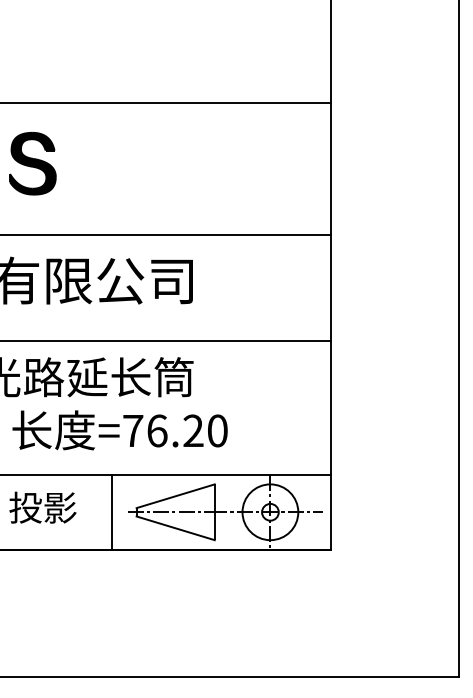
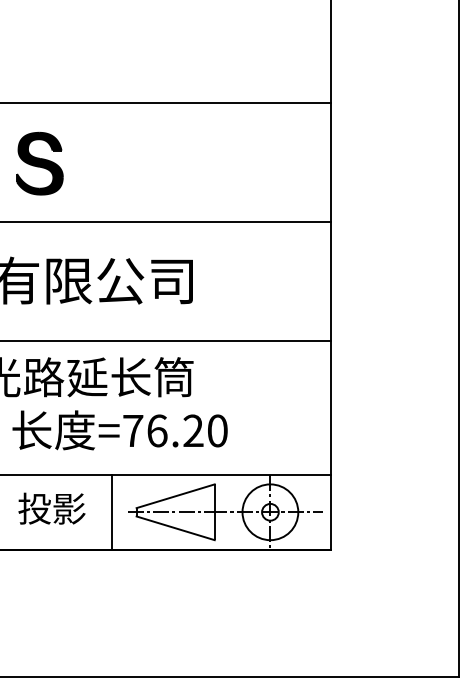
part at (32, 163) position: (32, 163) -> (39, 163)
line at (166, 235) position: (166, 235) -> (166, 222)
text at (42, 507) position: (42, 507) -> (51, 508)
